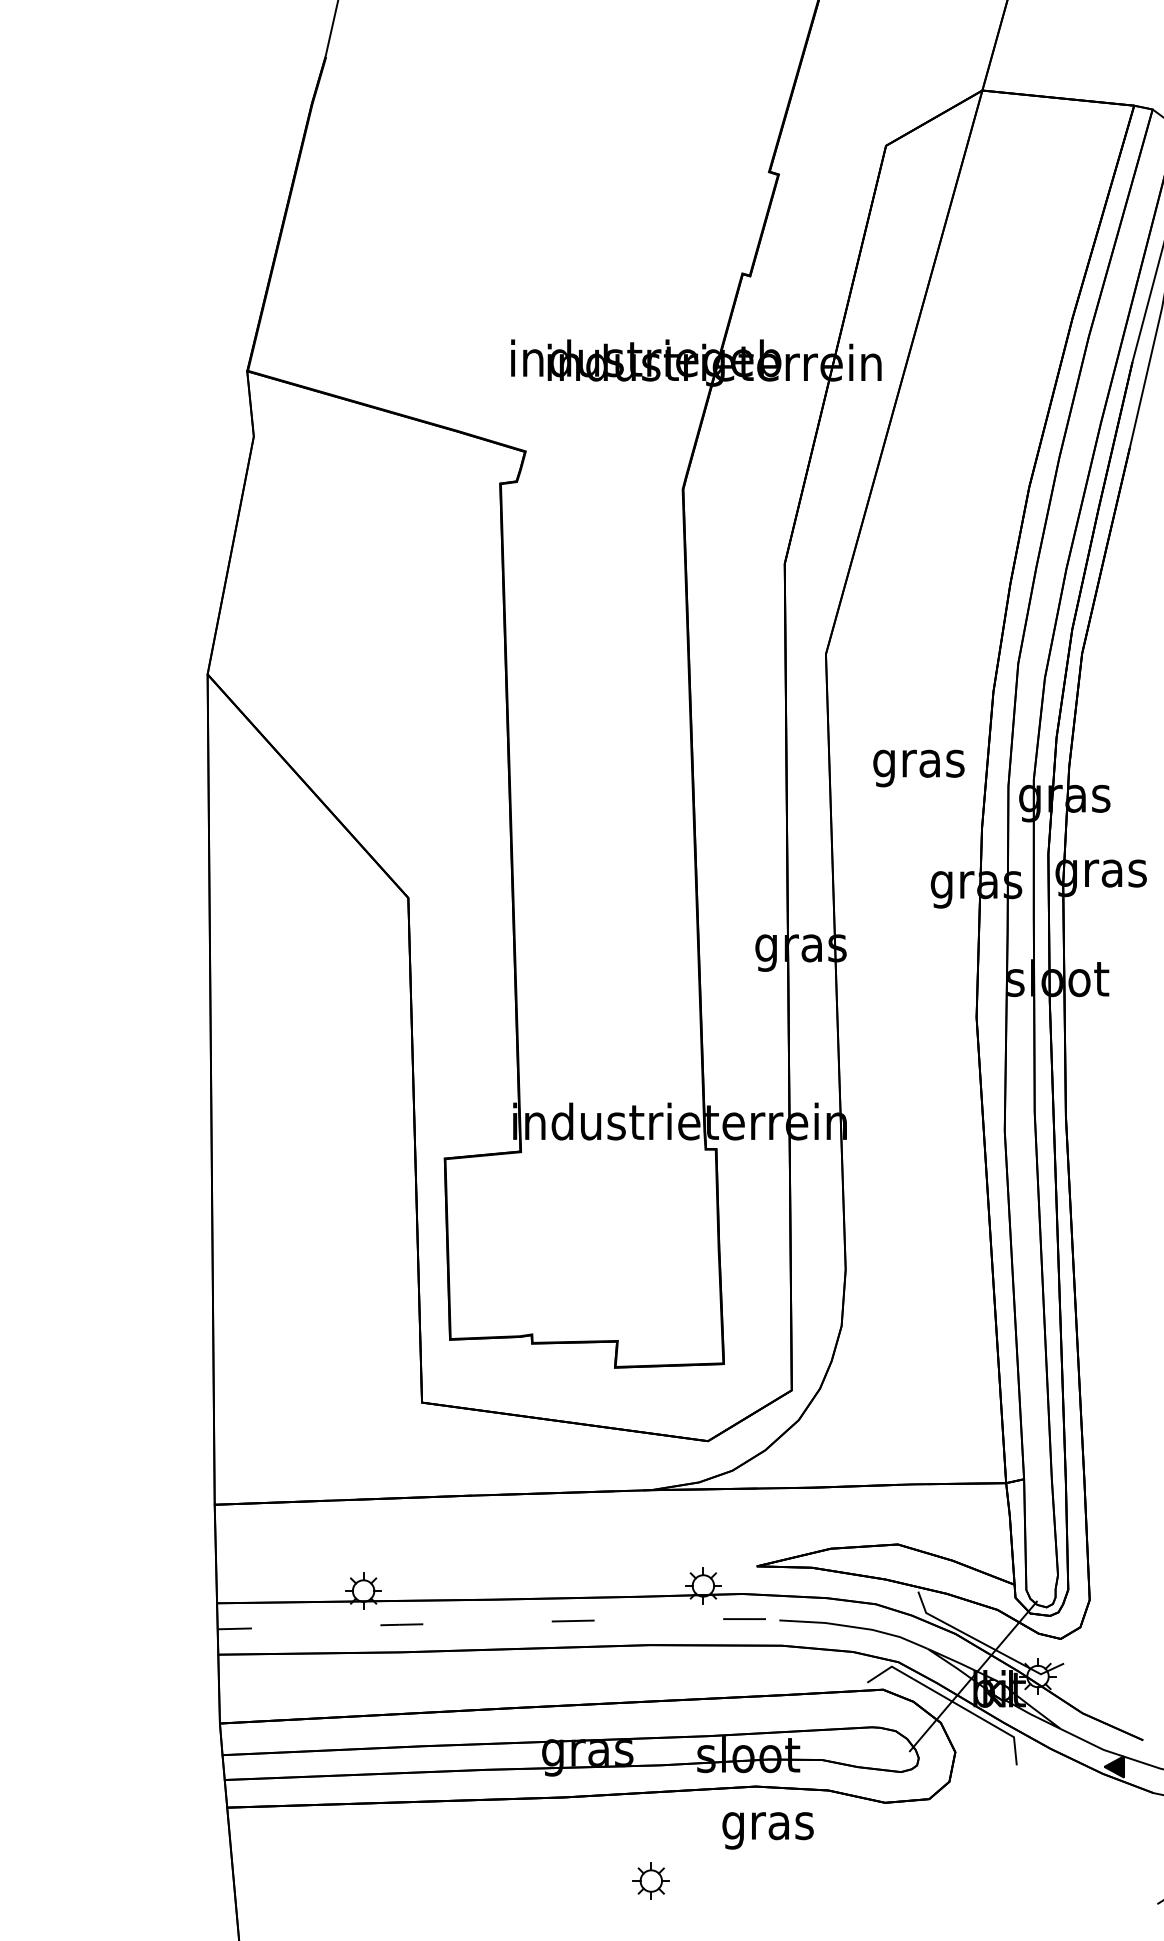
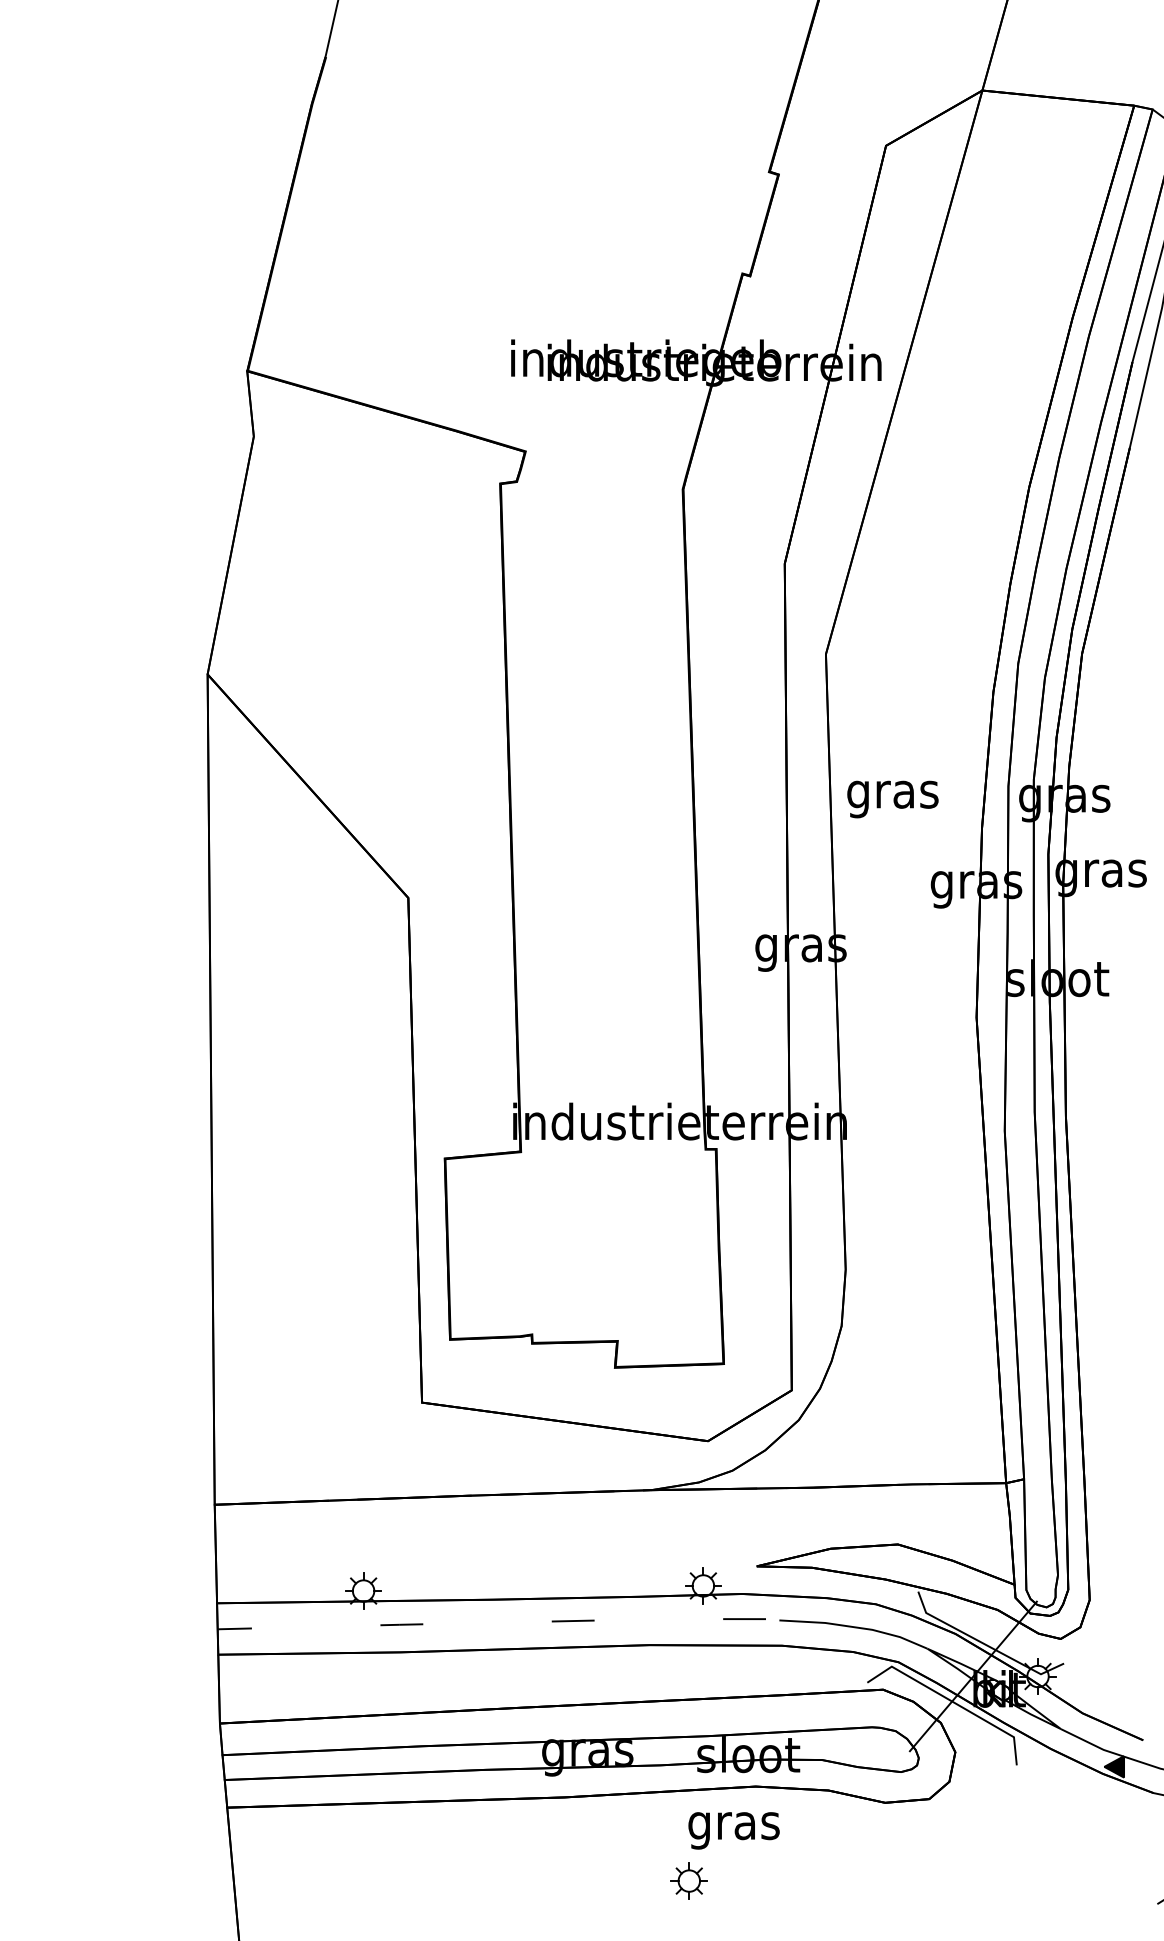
text at (918, 768) position: (918, 768) -> (892, 799)
text at (767, 1830) position: (767, 1830) -> (733, 1830)
part at (650, 1880) position: (650, 1880) -> (688, 1880)
